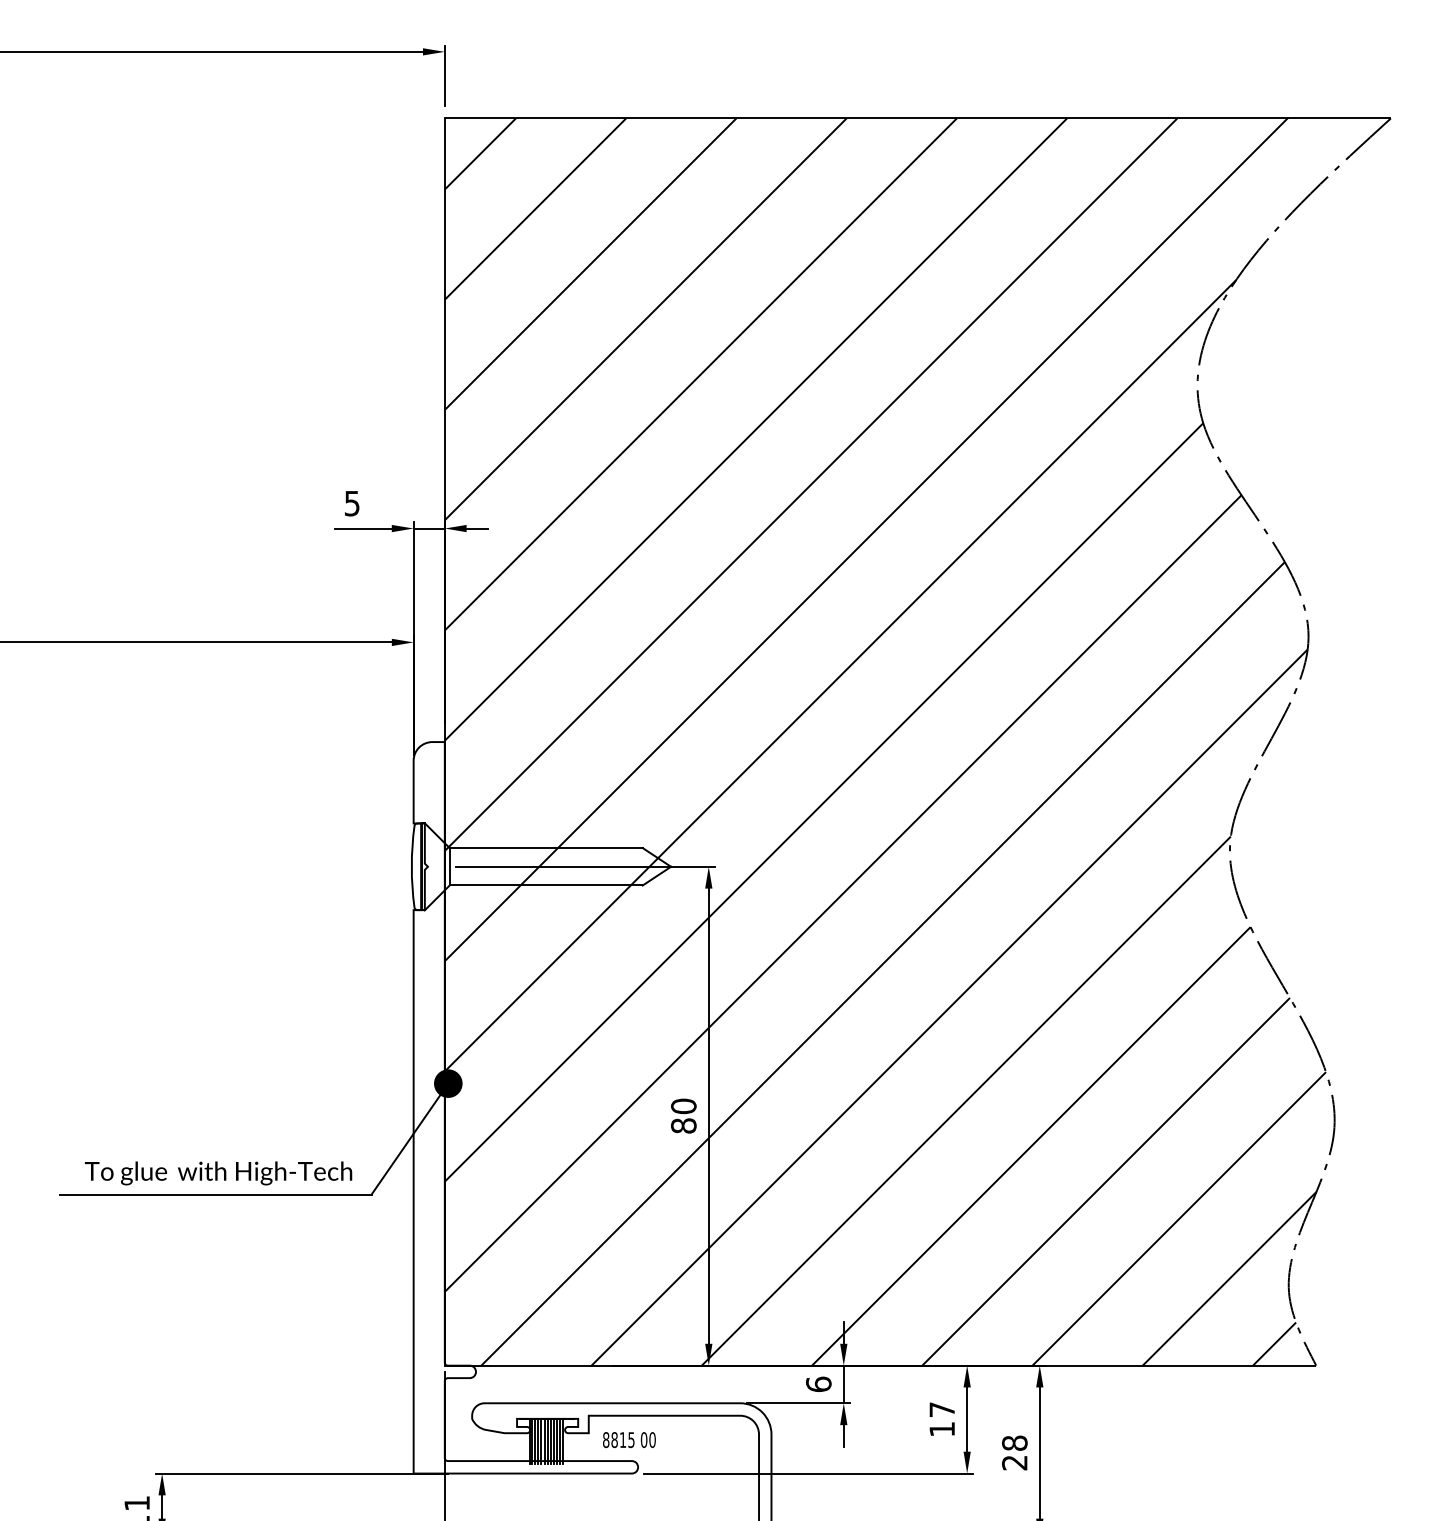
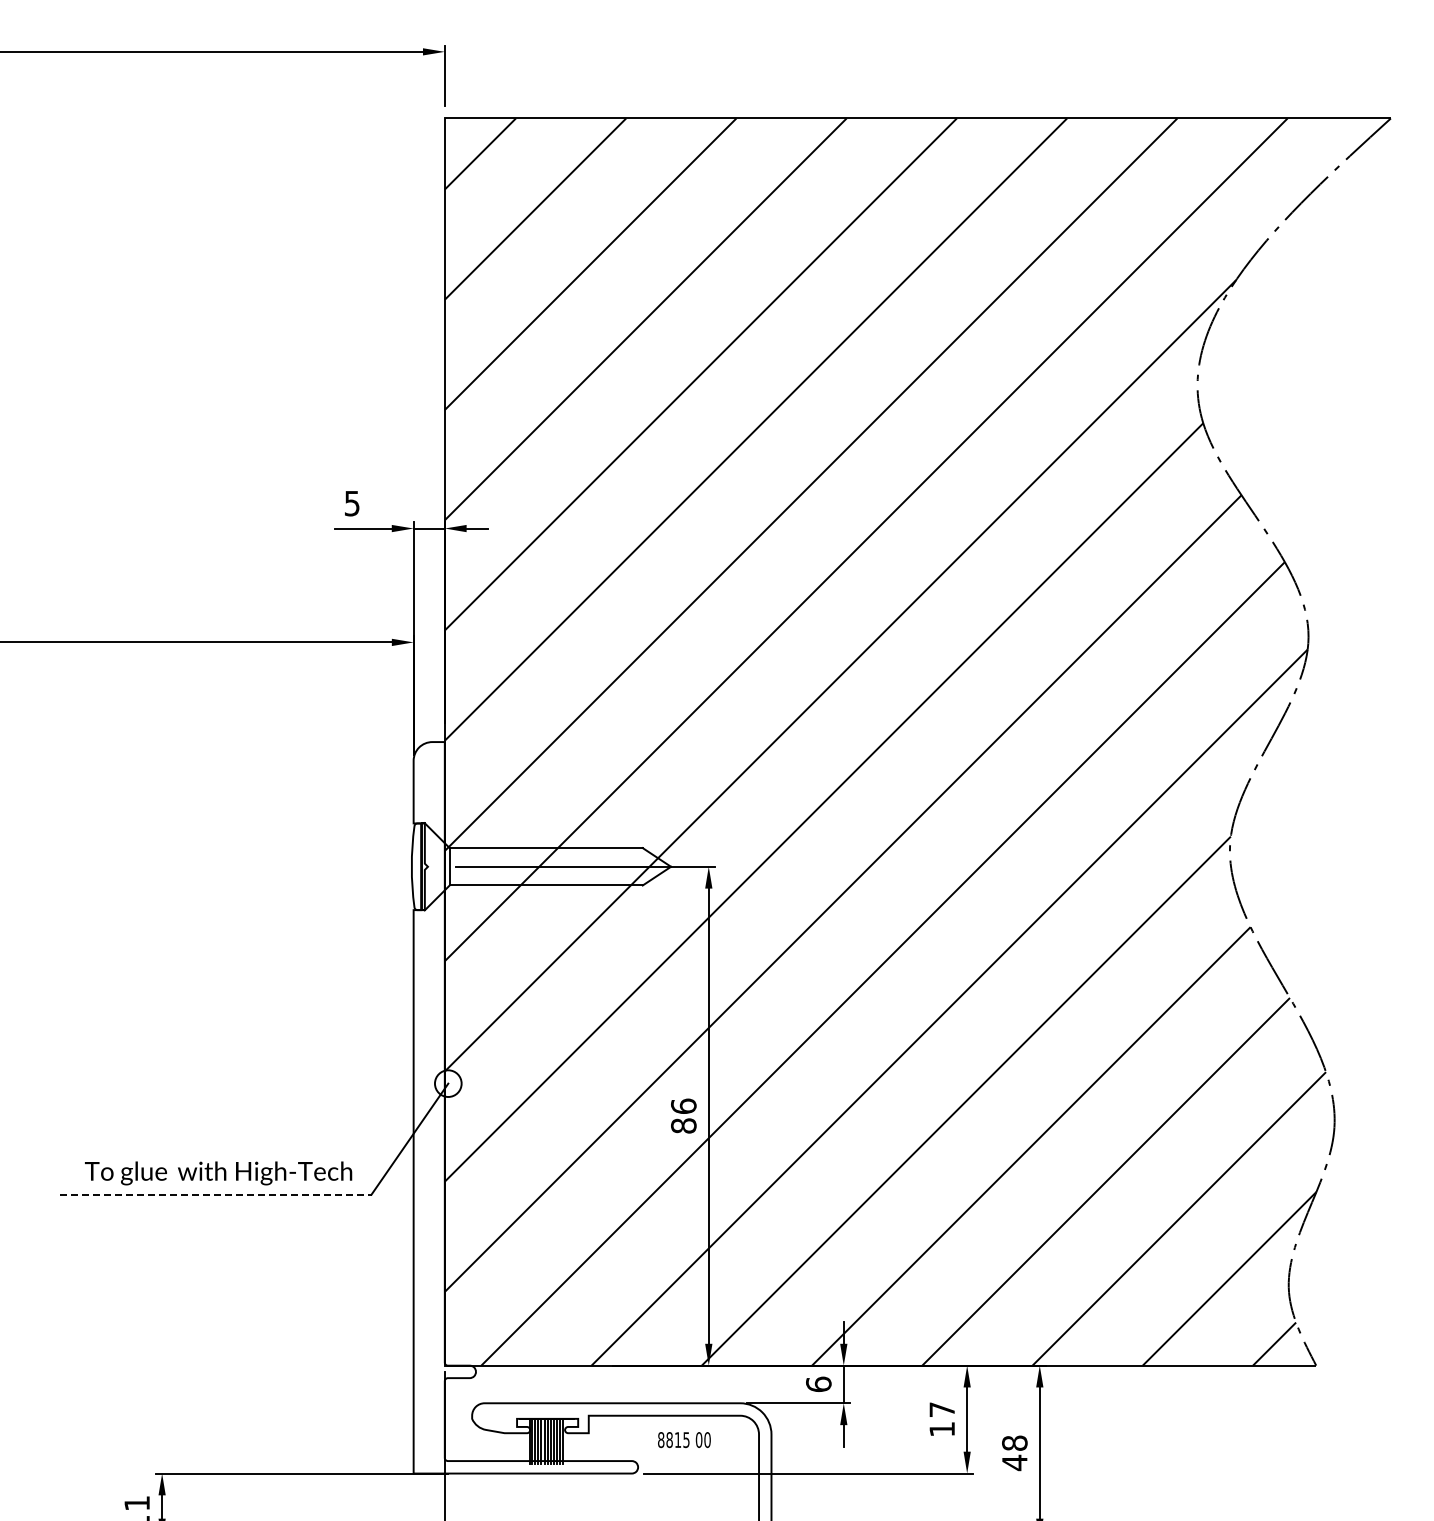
fill at (447, 1083): present -> none
text at (683, 1106): 80 -> 86
line at (215, 1194): solid -> dashed
text at (629, 1440) position: (629, 1440) -> (684, 1440)
text at (1014, 1462): 28 -> 48
